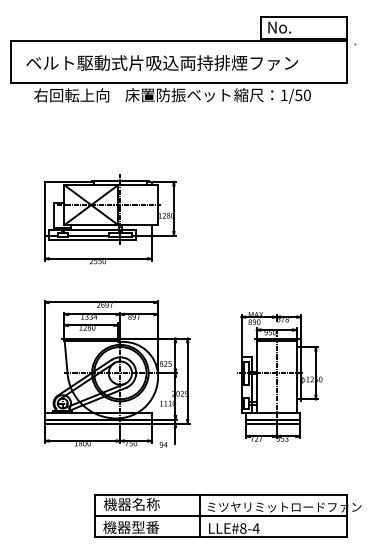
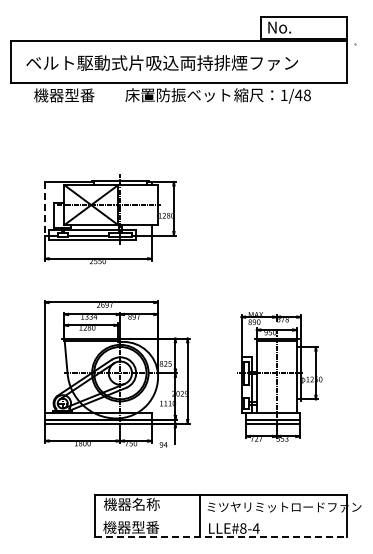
text at (71, 95): 右回転上向 -> 機器型番
text at (302, 95): 1/50 -> 1/48
line at (44, 208): solid -> dashed
line at (220, 516): present -> none
line at (220, 537): solid -> dashed
